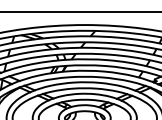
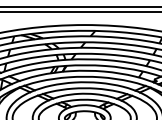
line at (80, 6): none -> present
